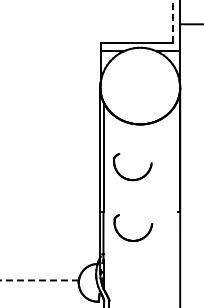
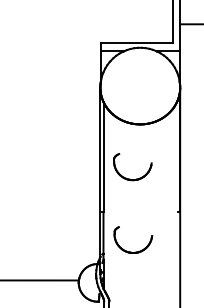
line at (172, 21): dashed -> solid
part at (131, 239) position: (131, 239) -> (131, 251)
line at (38, 280): dashed -> solid
